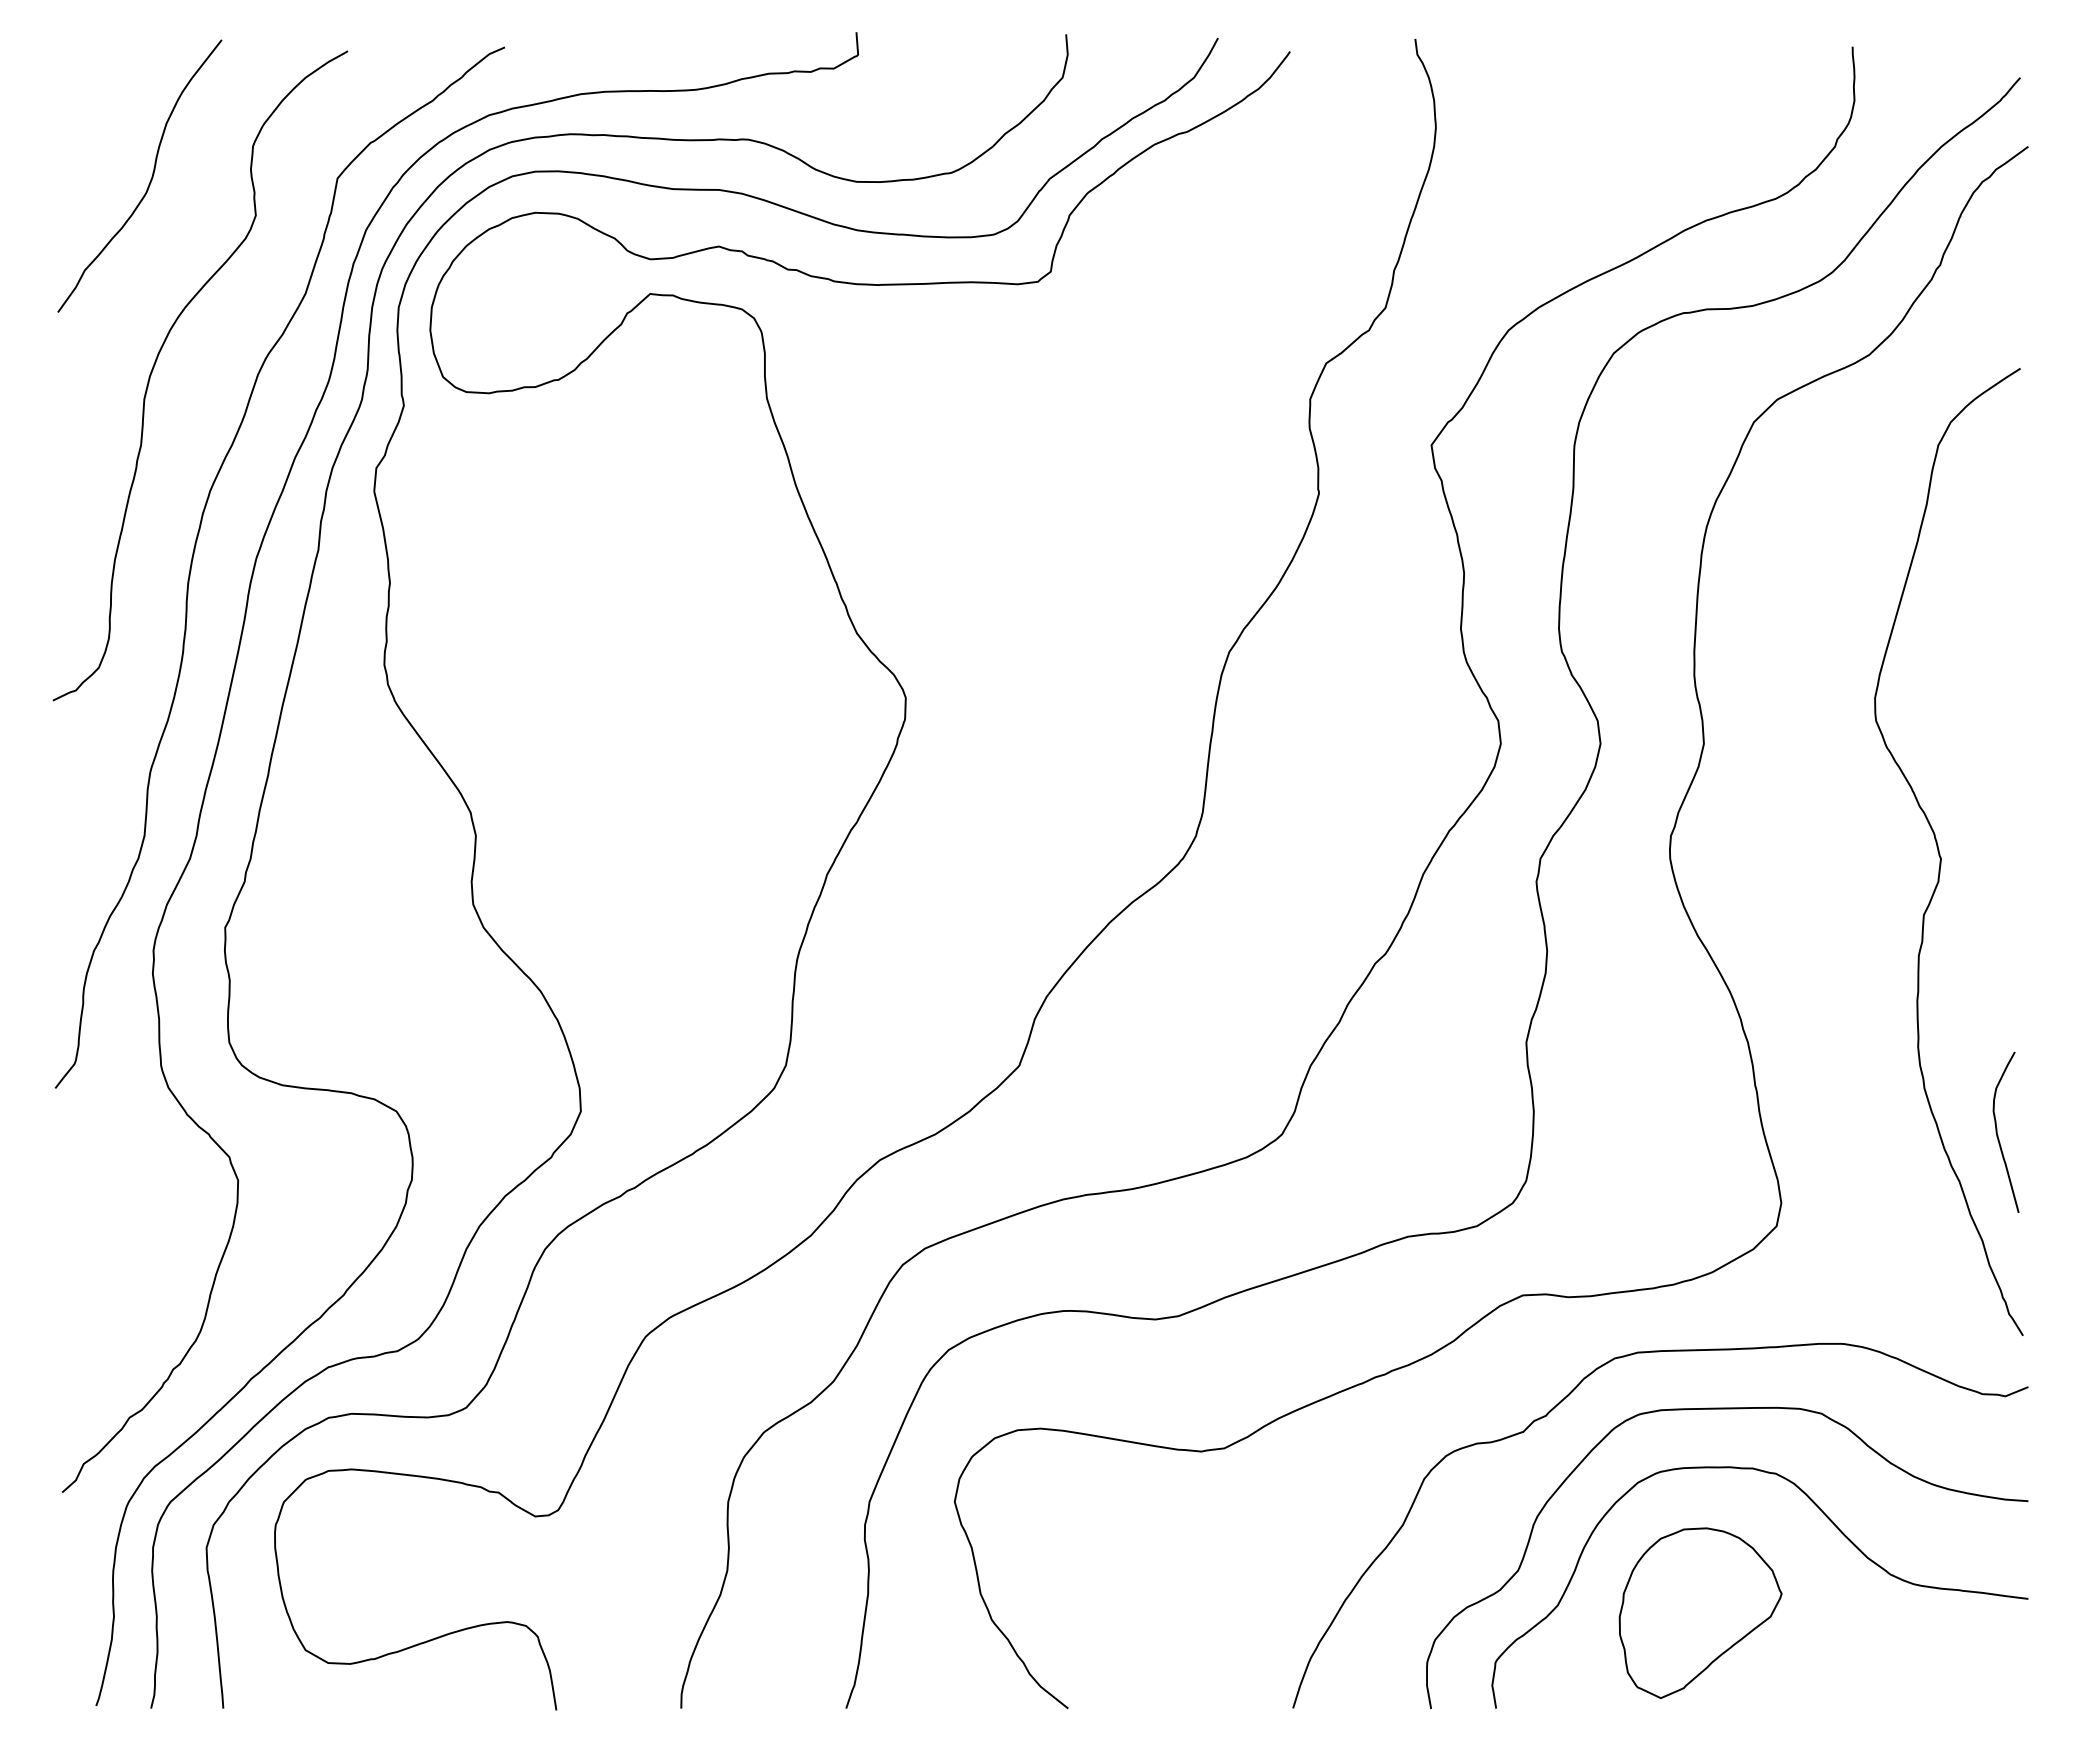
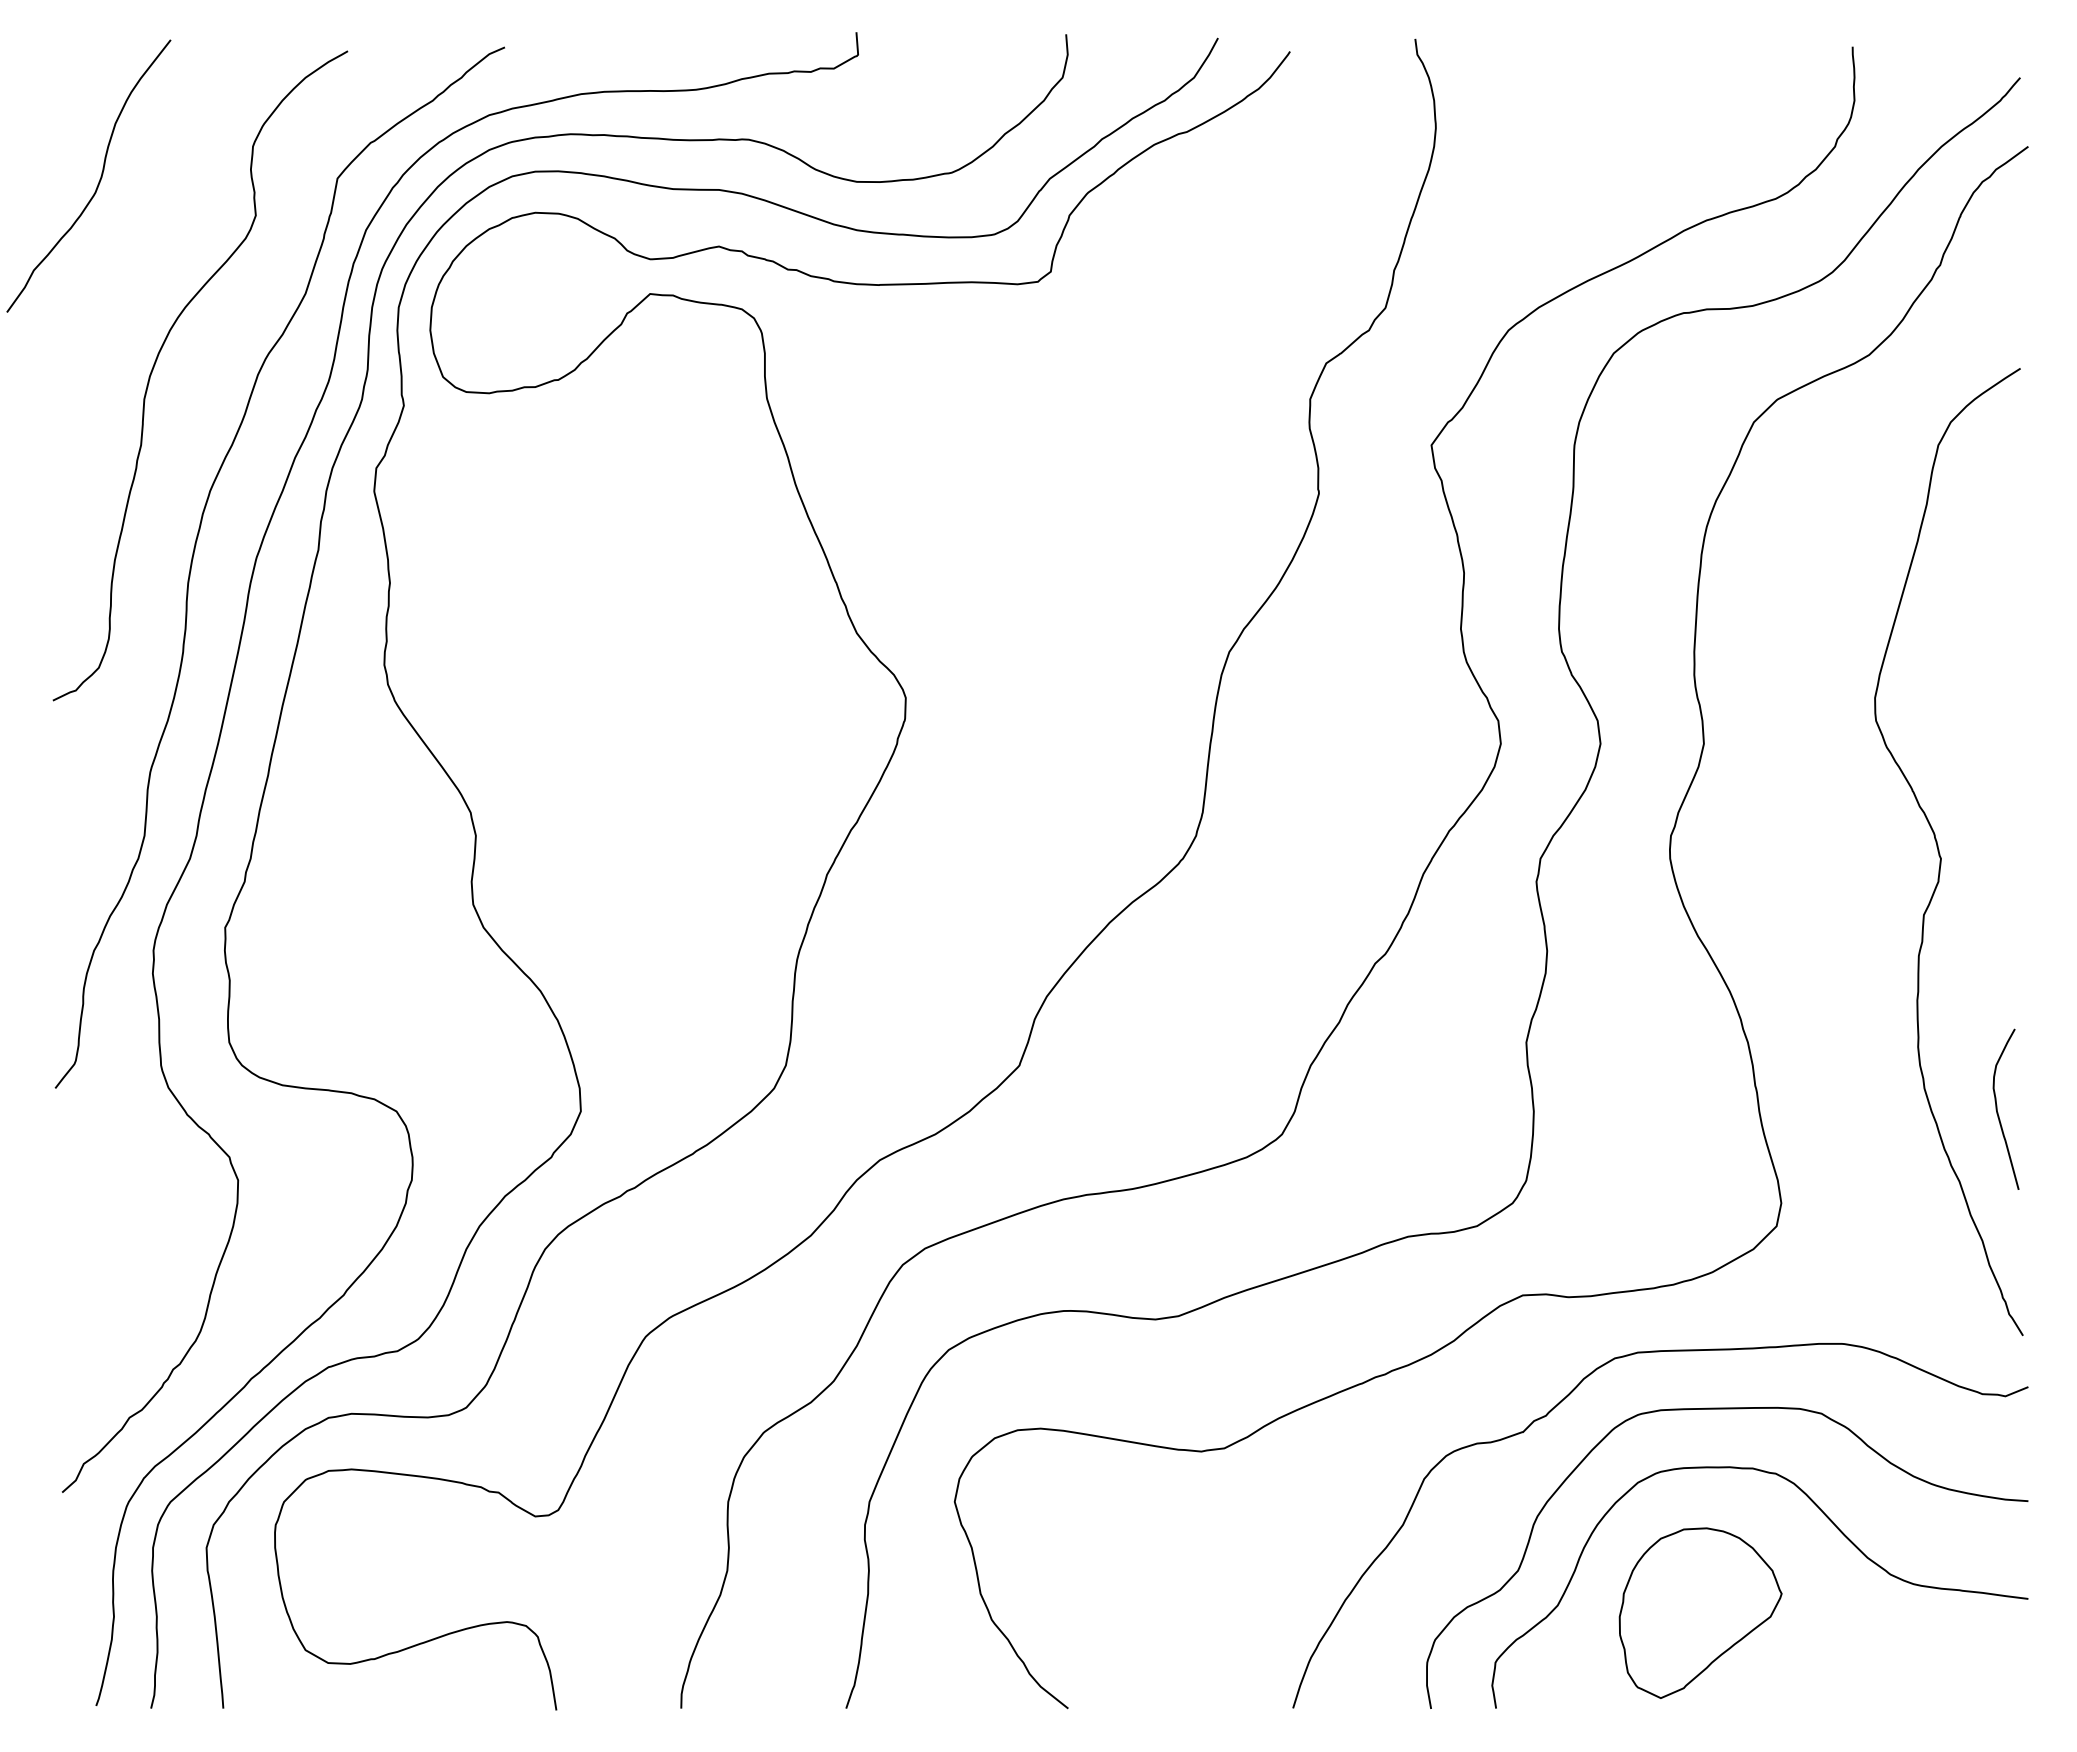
curve at (149, 181) position: (149, 181) -> (98, 181)
curve at (1997, 1131) position: (1997, 1131) -> (1997, 1108)
